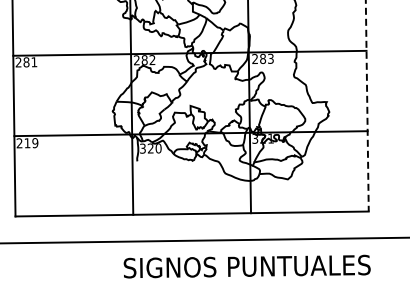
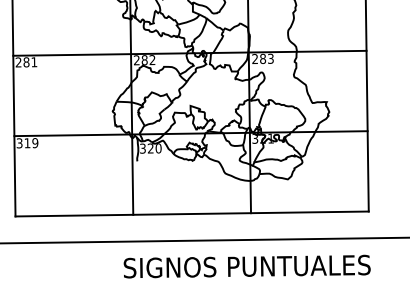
line at (367, 106): dashed -> solid
text at (19, 143): 219 -> 319
